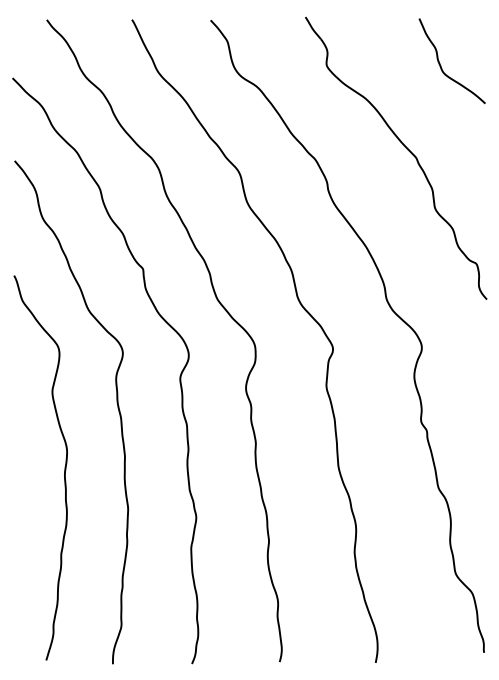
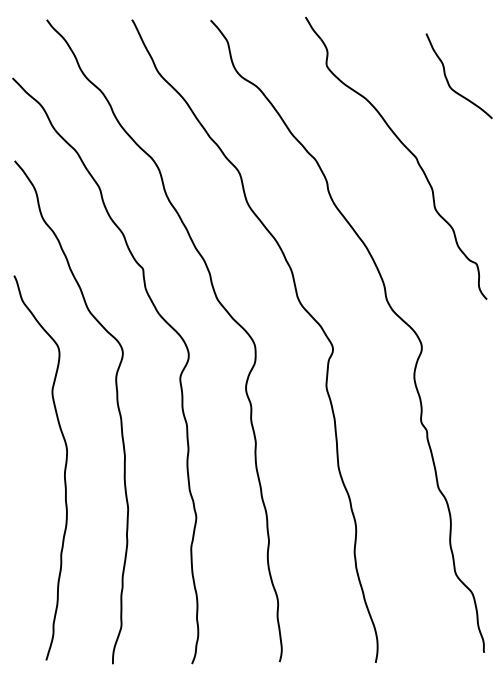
curve at (441, 65) position: (441, 65) -> (448, 80)
